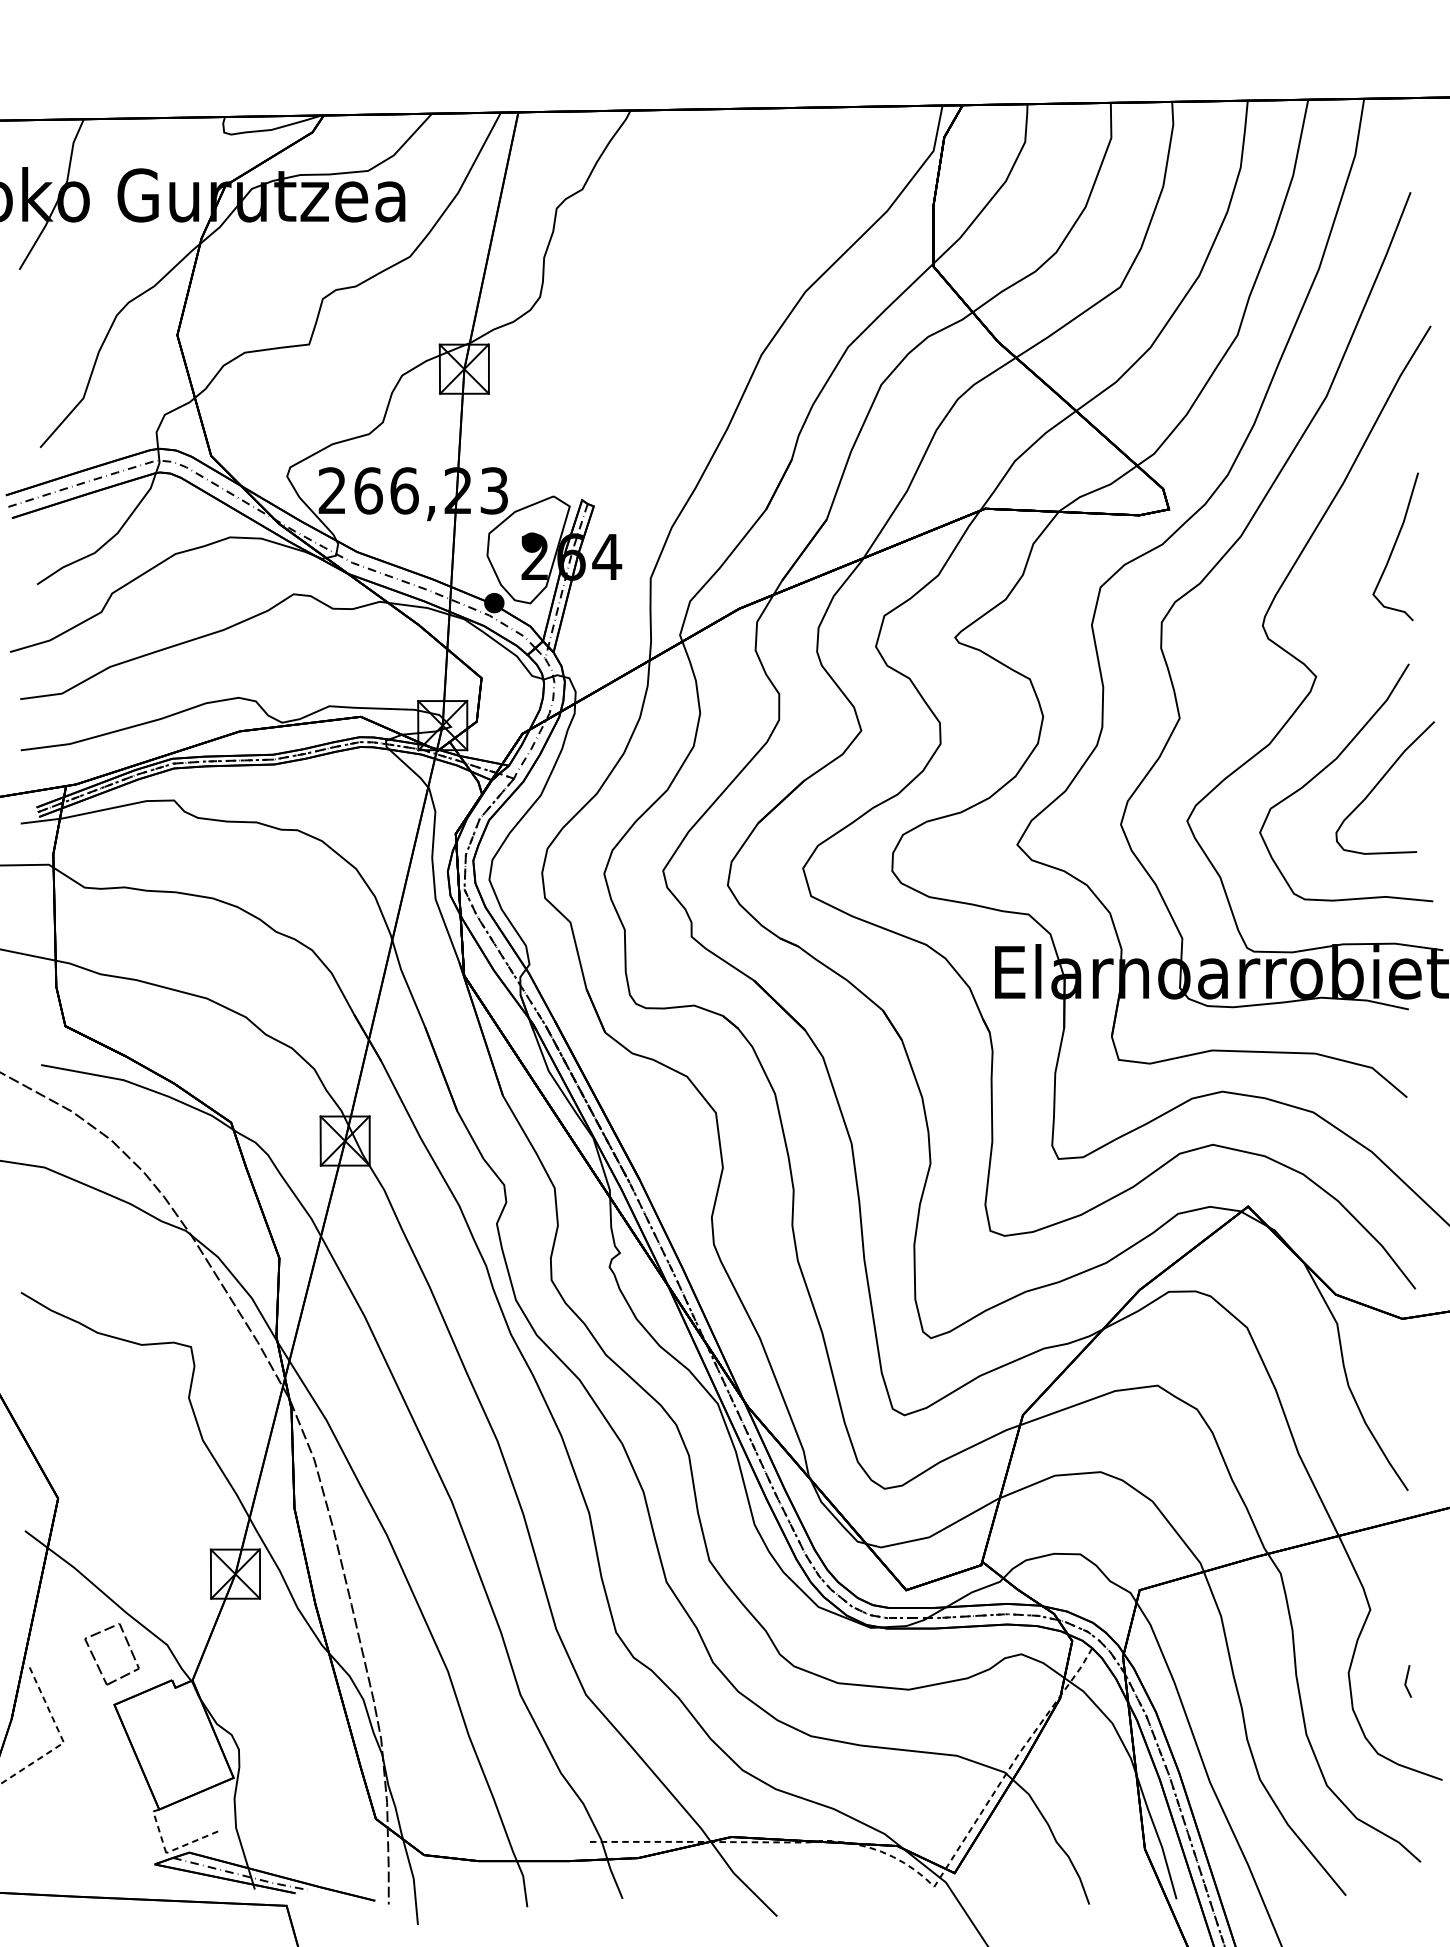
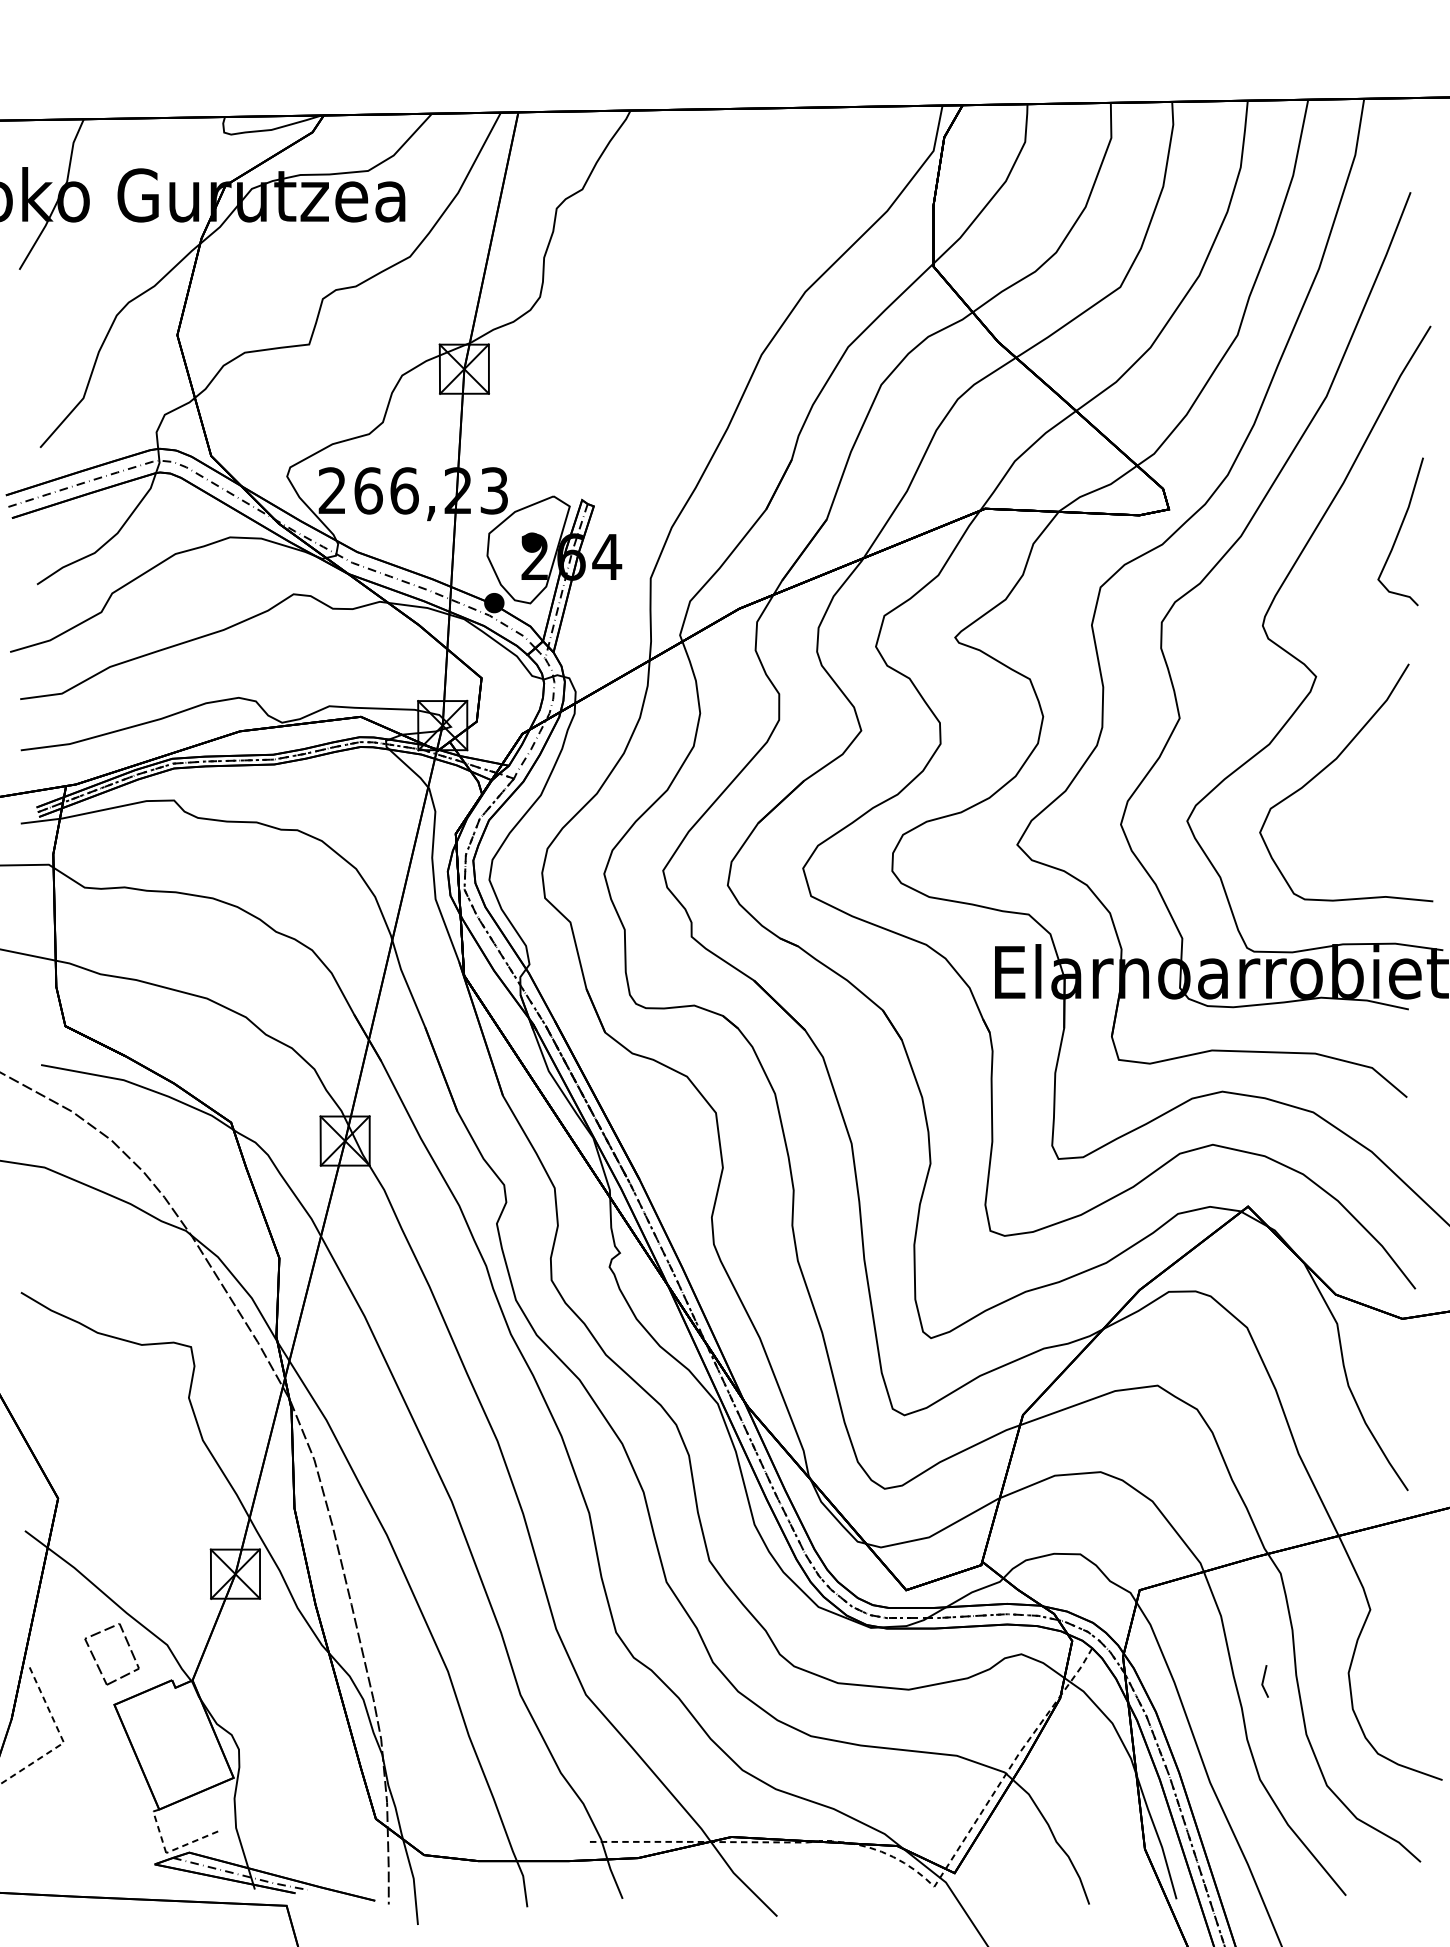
curve at (1395, 545) position: (1395, 545) -> (1400, 530)
curve at (1379, 783): present -> none
line at (1407, 1680) position: (1407, 1680) -> (1264, 1680)
